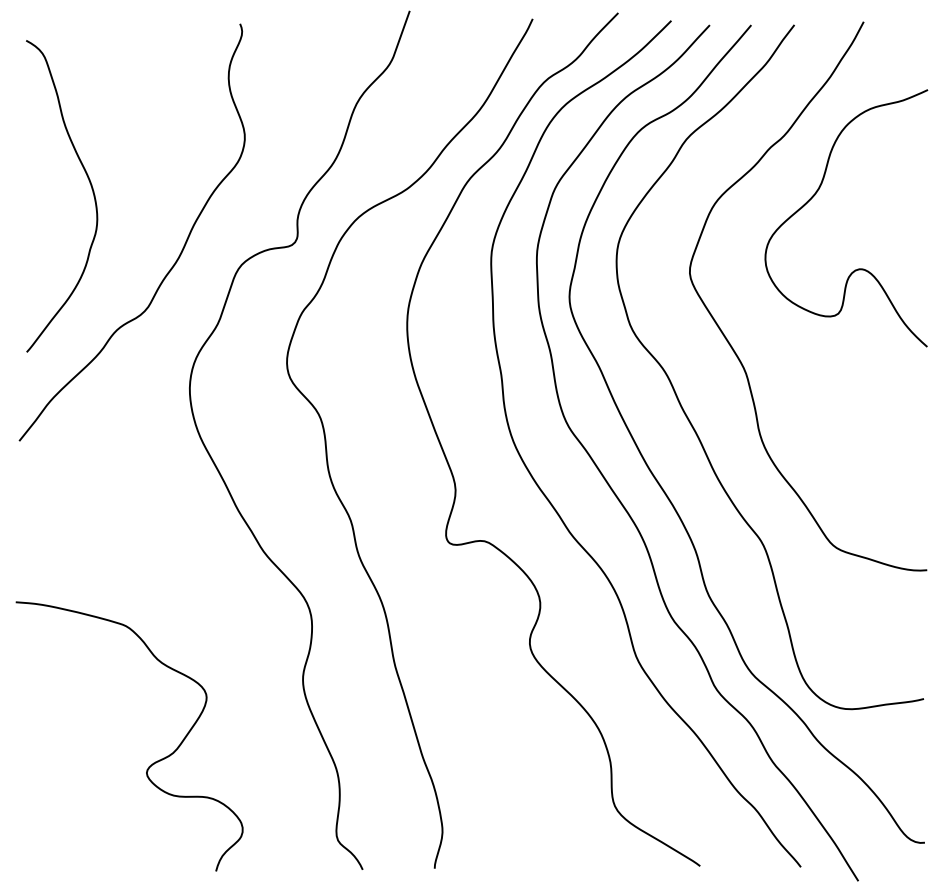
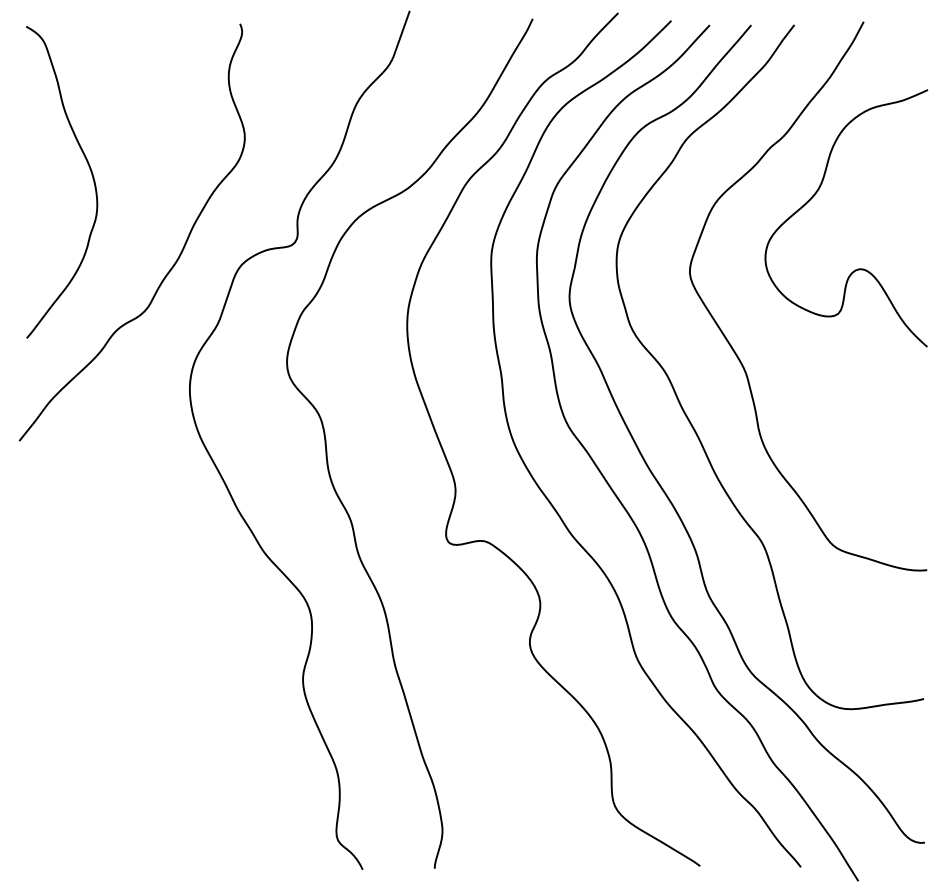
curve at (90, 186) position: (90, 186) -> (90, 172)
curve at (149, 765): present -> none
